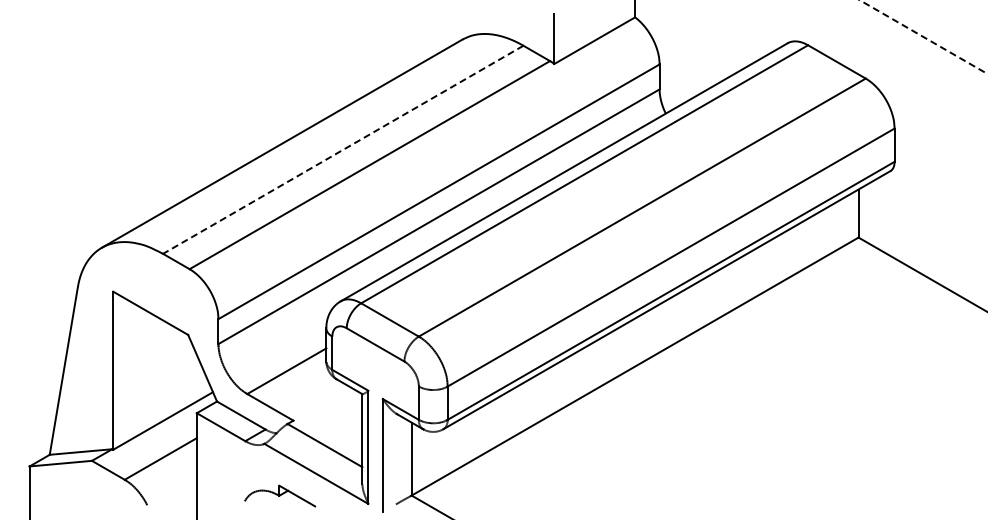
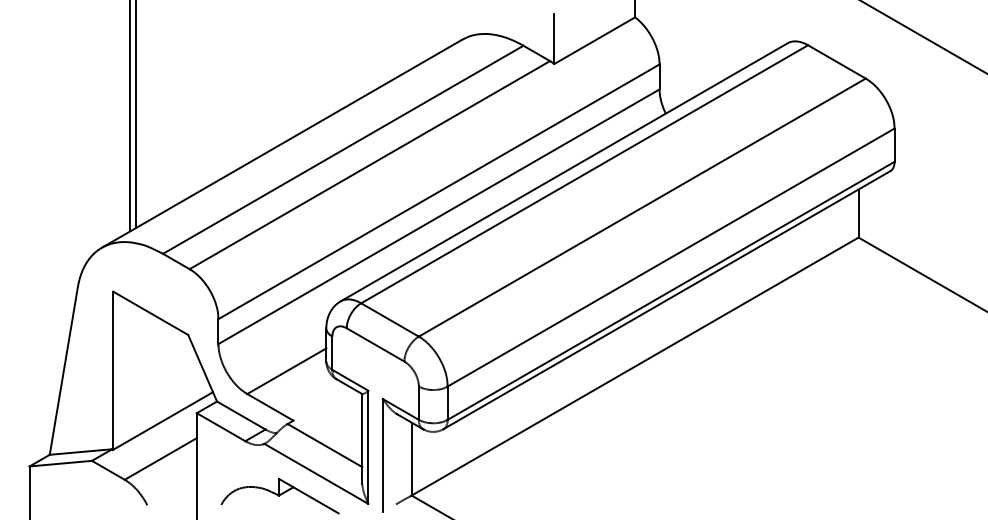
line at (923, 37): dashed -> solid
line at (136, 114): none -> present
line at (130, 116): none -> present
line at (342, 150): dashed -> solid
part at (280, 495) size: 73x24 px -> 120x38 px
